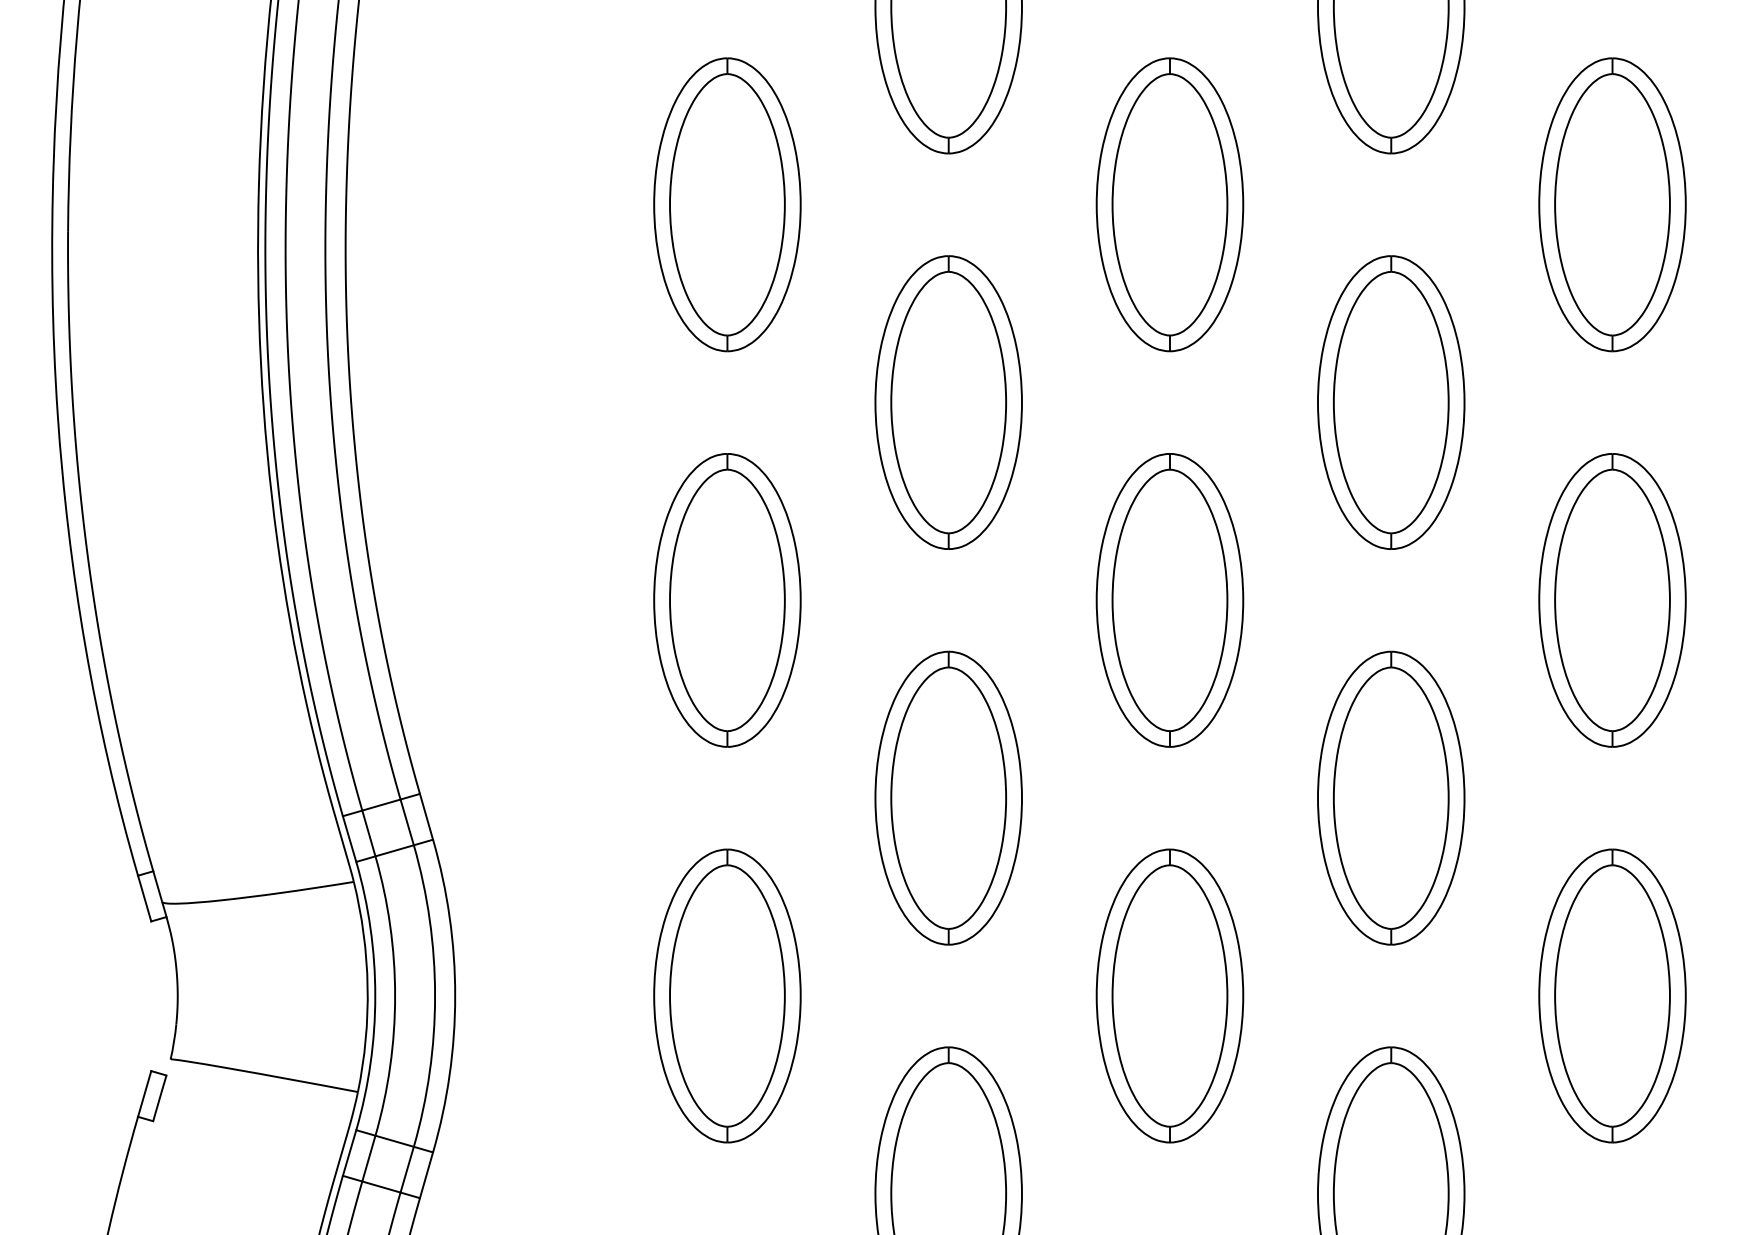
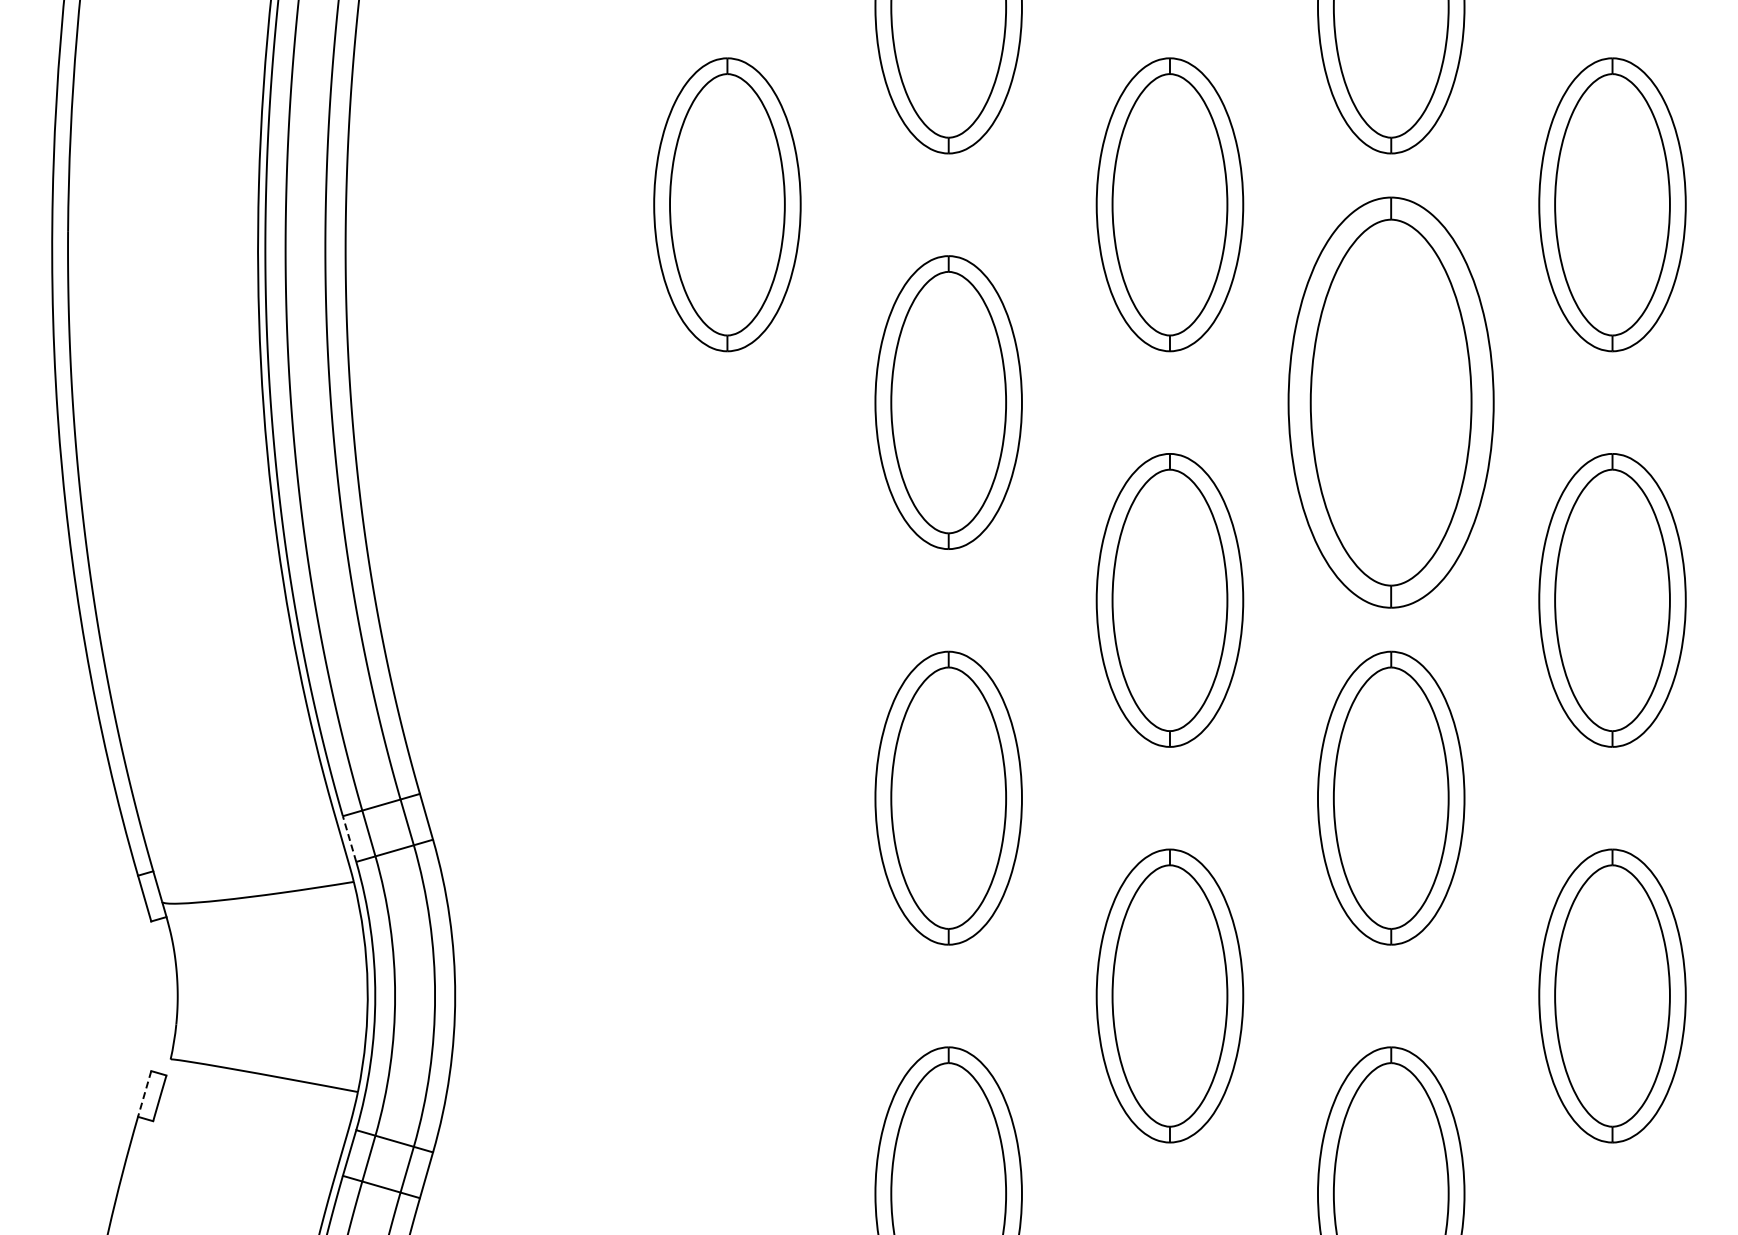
part at (1391, 402) size: 149x295 px -> 208x413 px
part at (727, 600): present -> none
line at (349, 839): solid -> dashed
part at (727, 995): present -> none
line at (144, 1093): solid -> dashed
